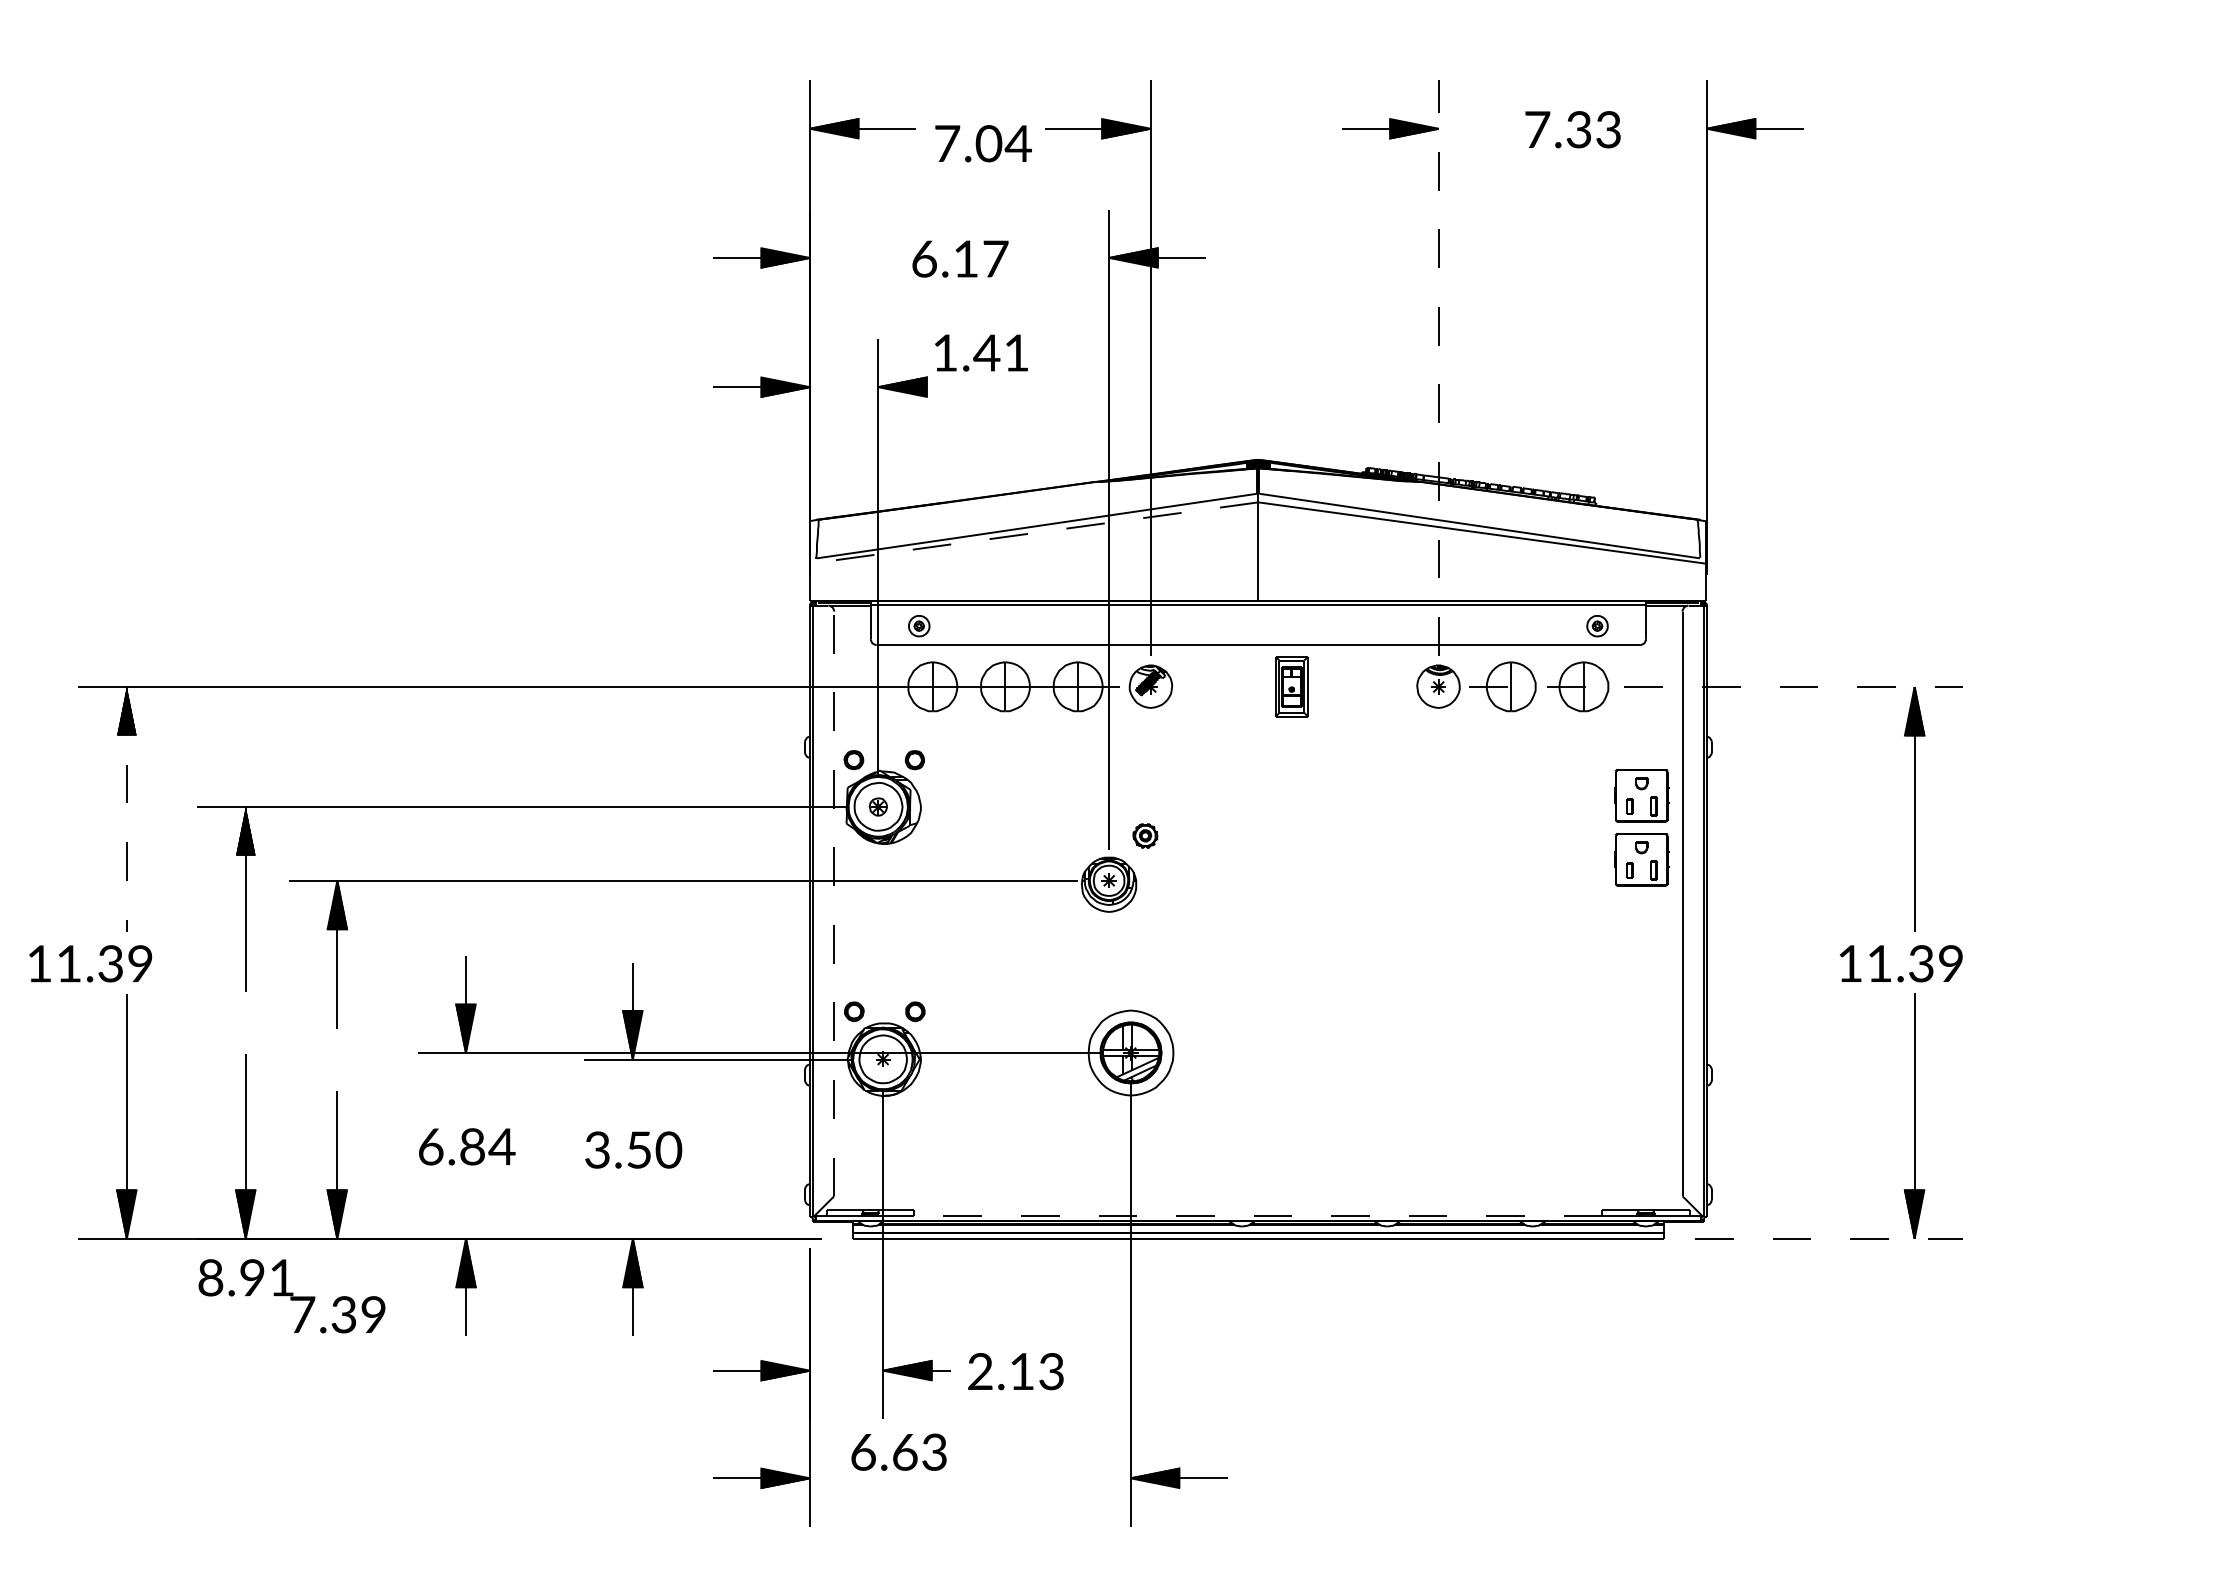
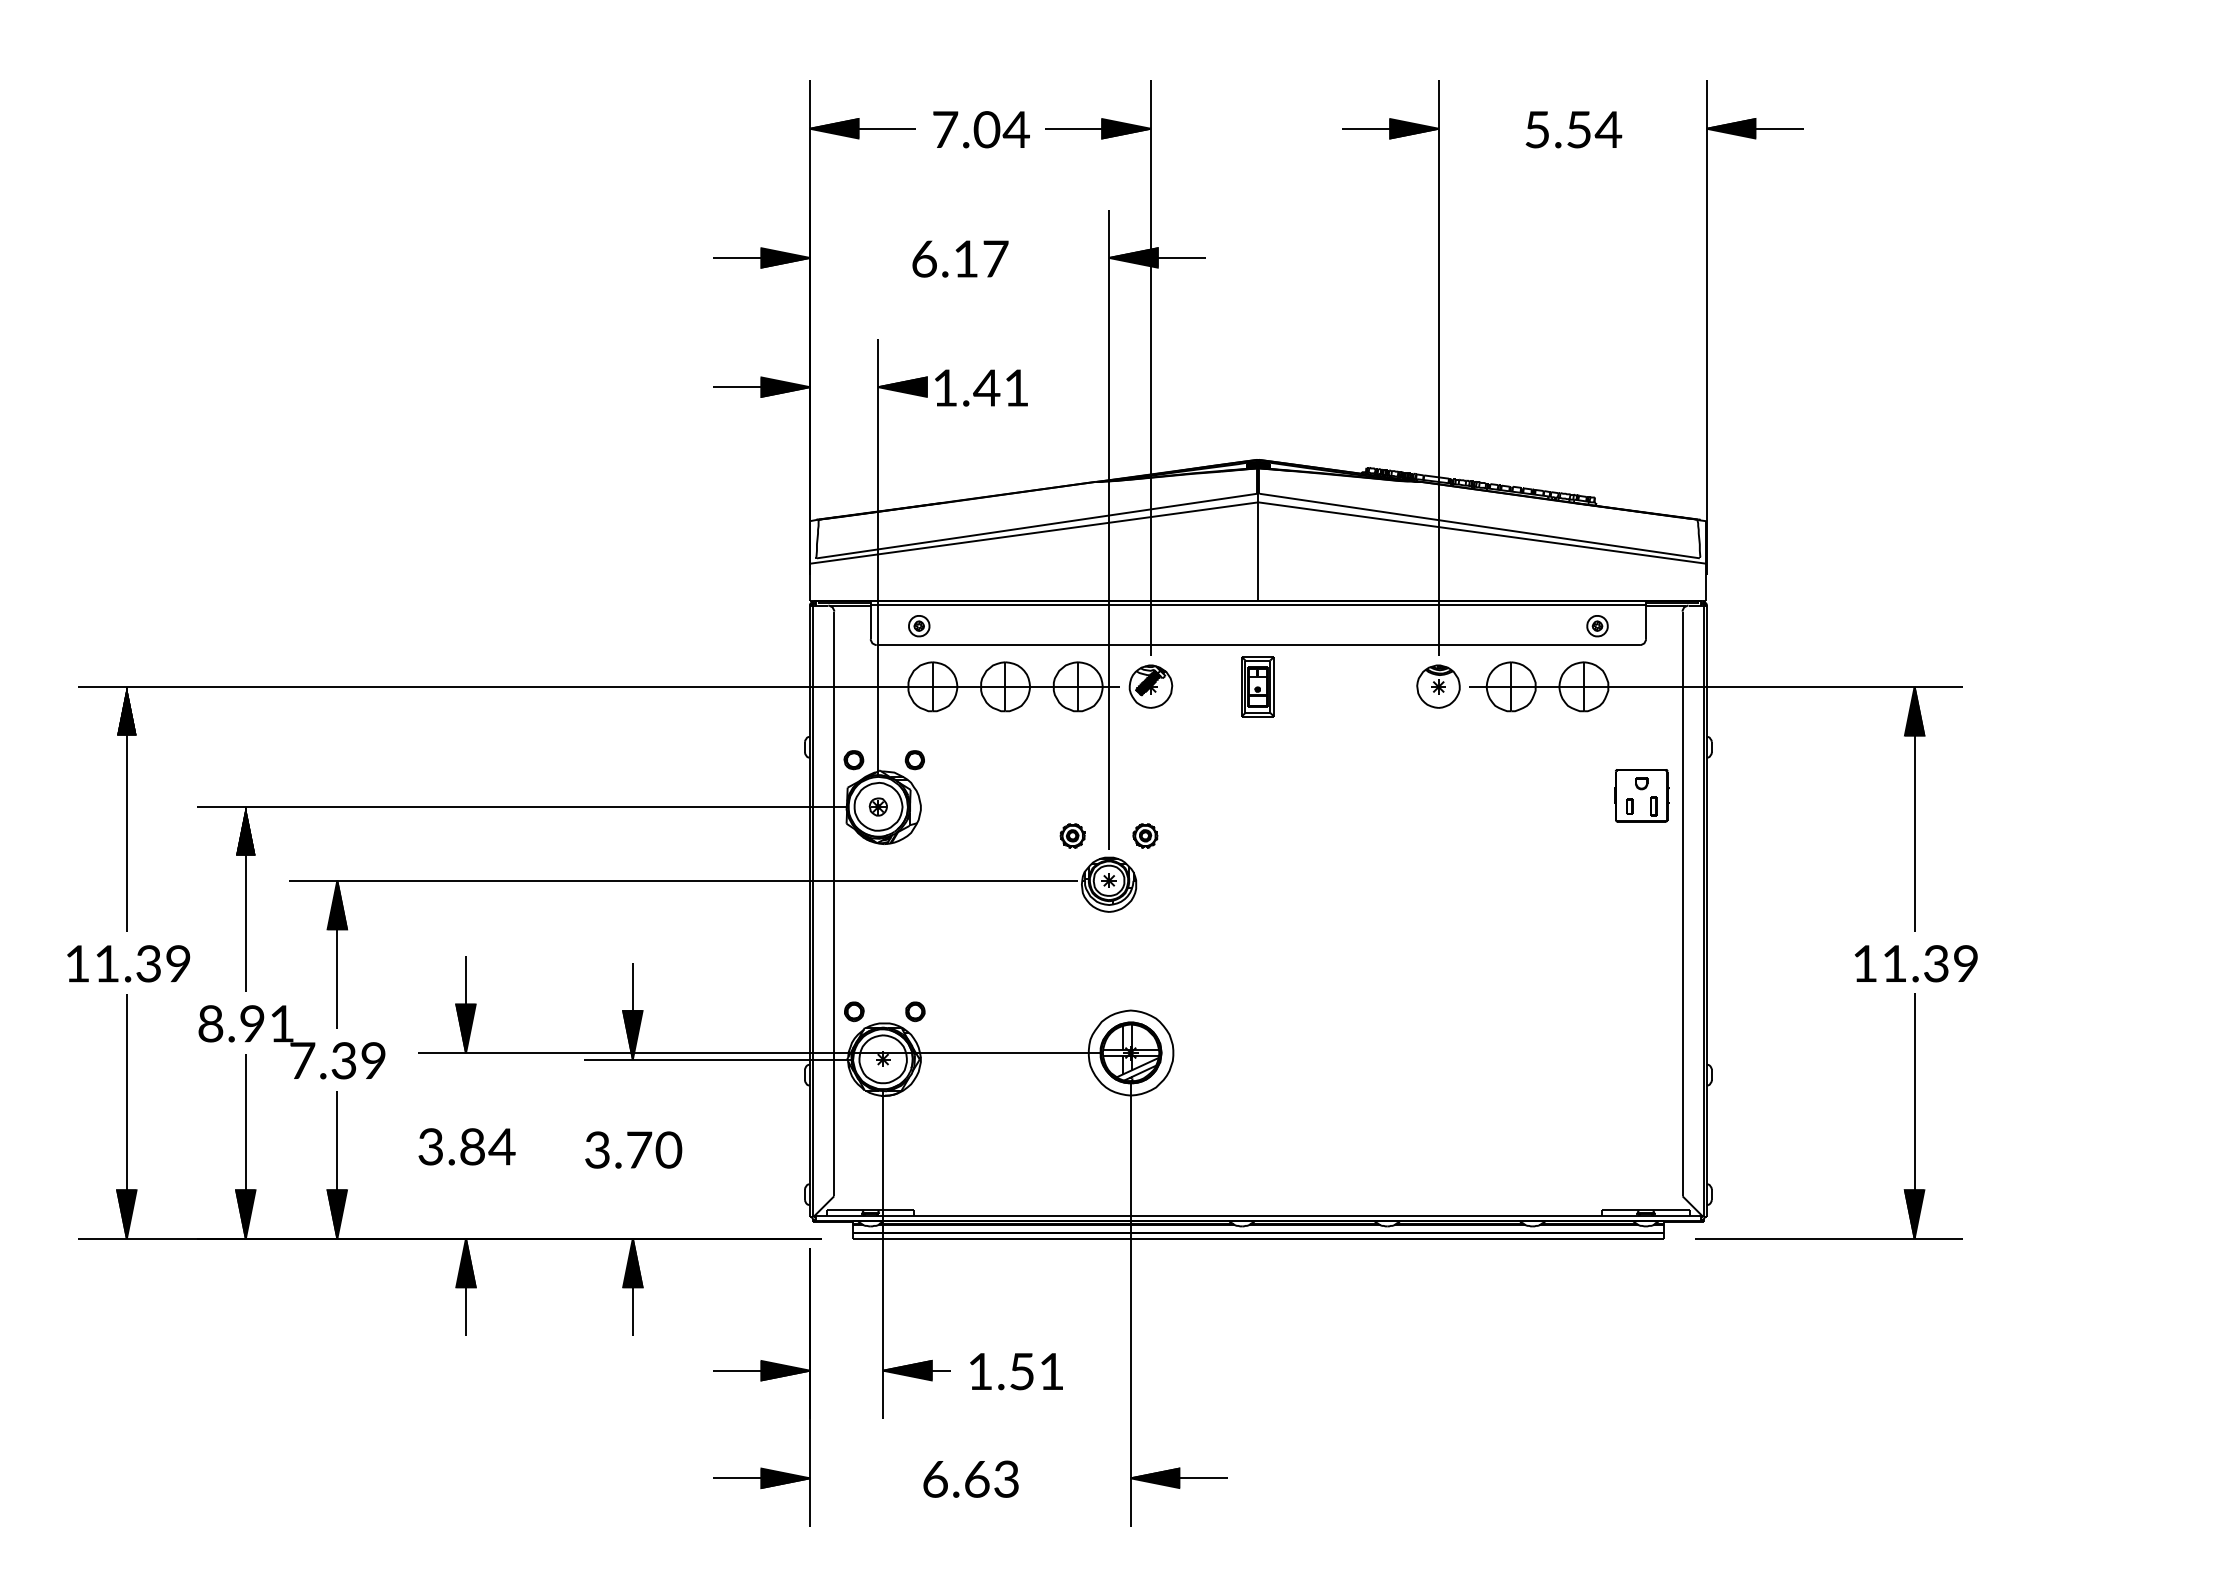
text at (1573, 129): 7.33 -> 5.54
text at (983, 143) position: (983, 143) -> (981, 129)
text at (981, 352) position: (981, 352) -> (981, 387)
line at (1438, 368): dashed -> solid
line at (1033, 533): dashed -> solid
part at (1291, 686) position: (1291, 686) -> (1257, 686)
line at (1716, 687): dashed -> solid
line at (126, 809): dashed -> solid
part at (1072, 835): none -> present
part at (1641, 859): present -> none
line at (834, 903): dashed -> solid
text at (90, 963) position: (90, 963) -> (128, 963)
text at (1900, 963) position: (1900, 963) -> (1915, 963)
text at (430, 1146): 6.84 -> 3.84
text at (639, 1149): 3.50 -> 3.70
line at (1258, 1216): dashed -> solid
line at (1829, 1238): dashed -> solid
text at (291, 1296) position: (291, 1296) -> (291, 1042)
text at (1015, 1371): 2.13 -> 1.51
text at (898, 1451) position: (898, 1451) -> (970, 1478)
